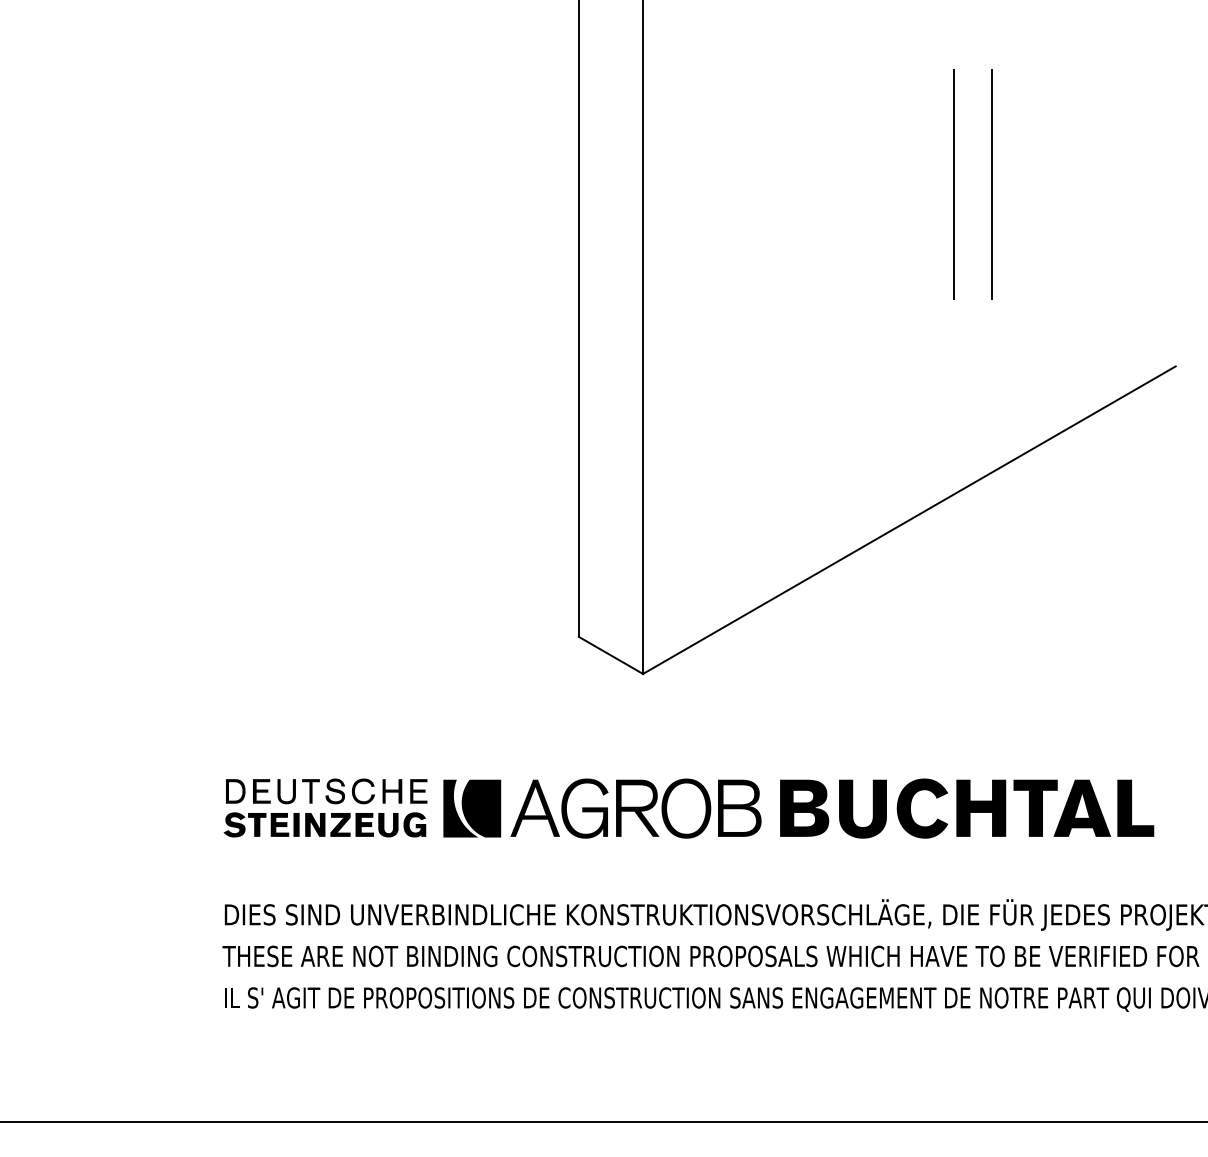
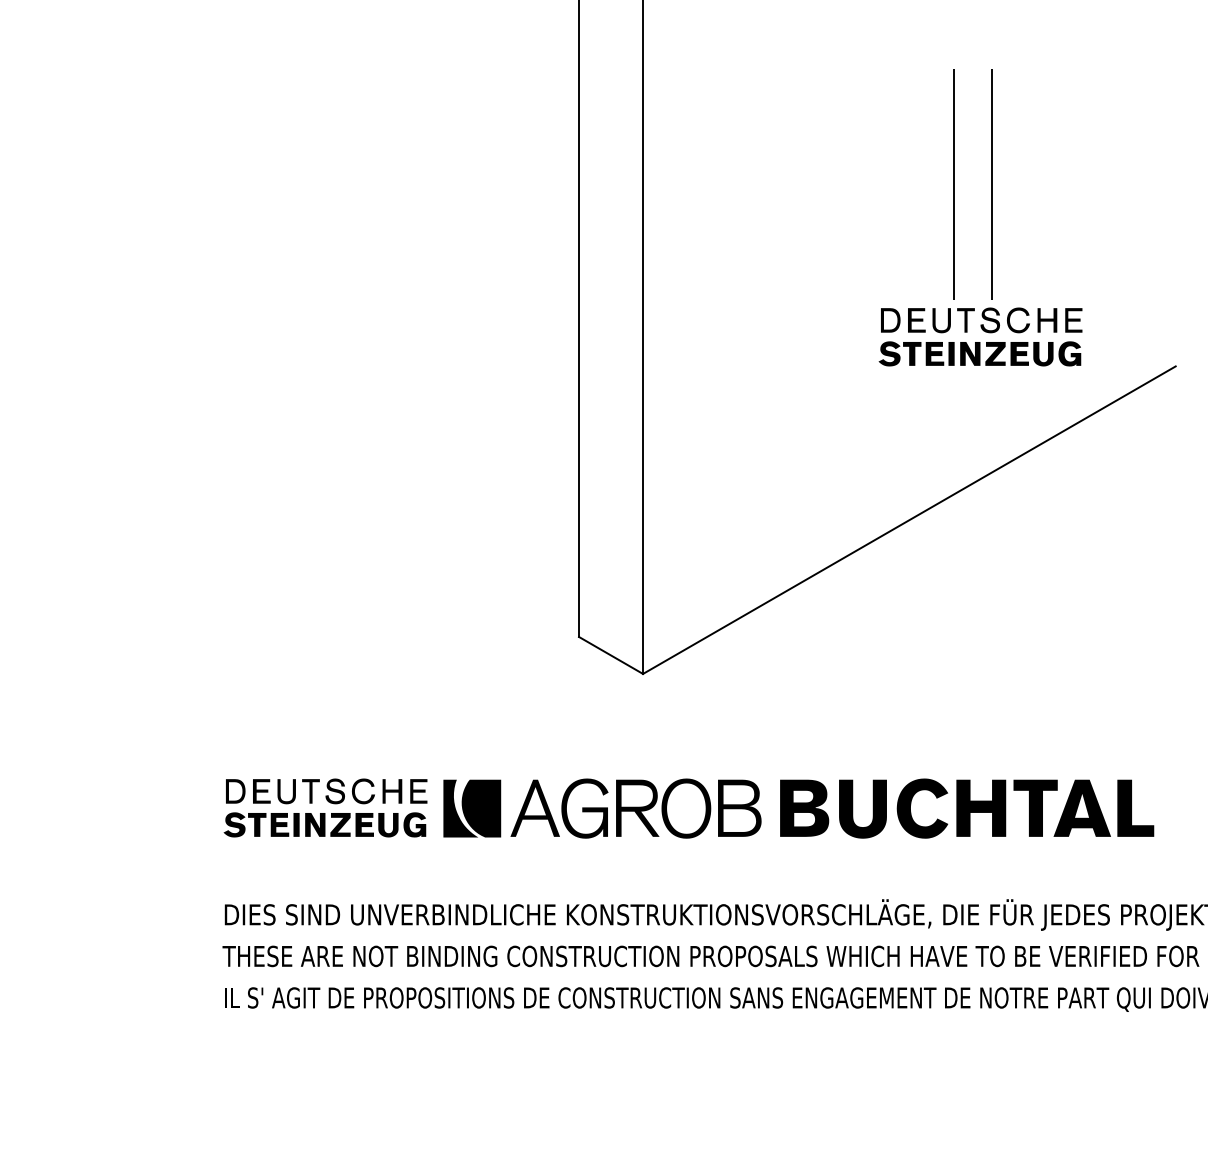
part at (980, 336): none -> present
line at (603, 1122): present -> none
